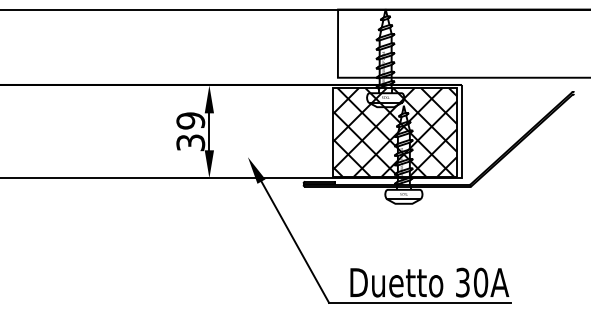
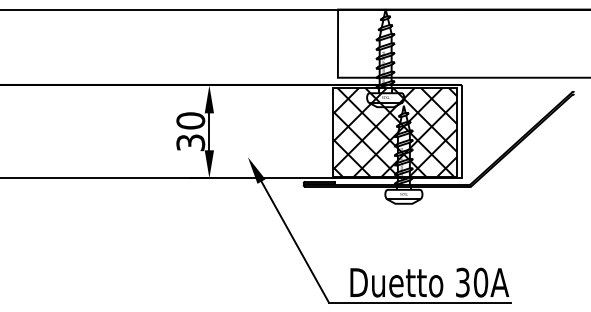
text at (190, 120): 39 -> 30
